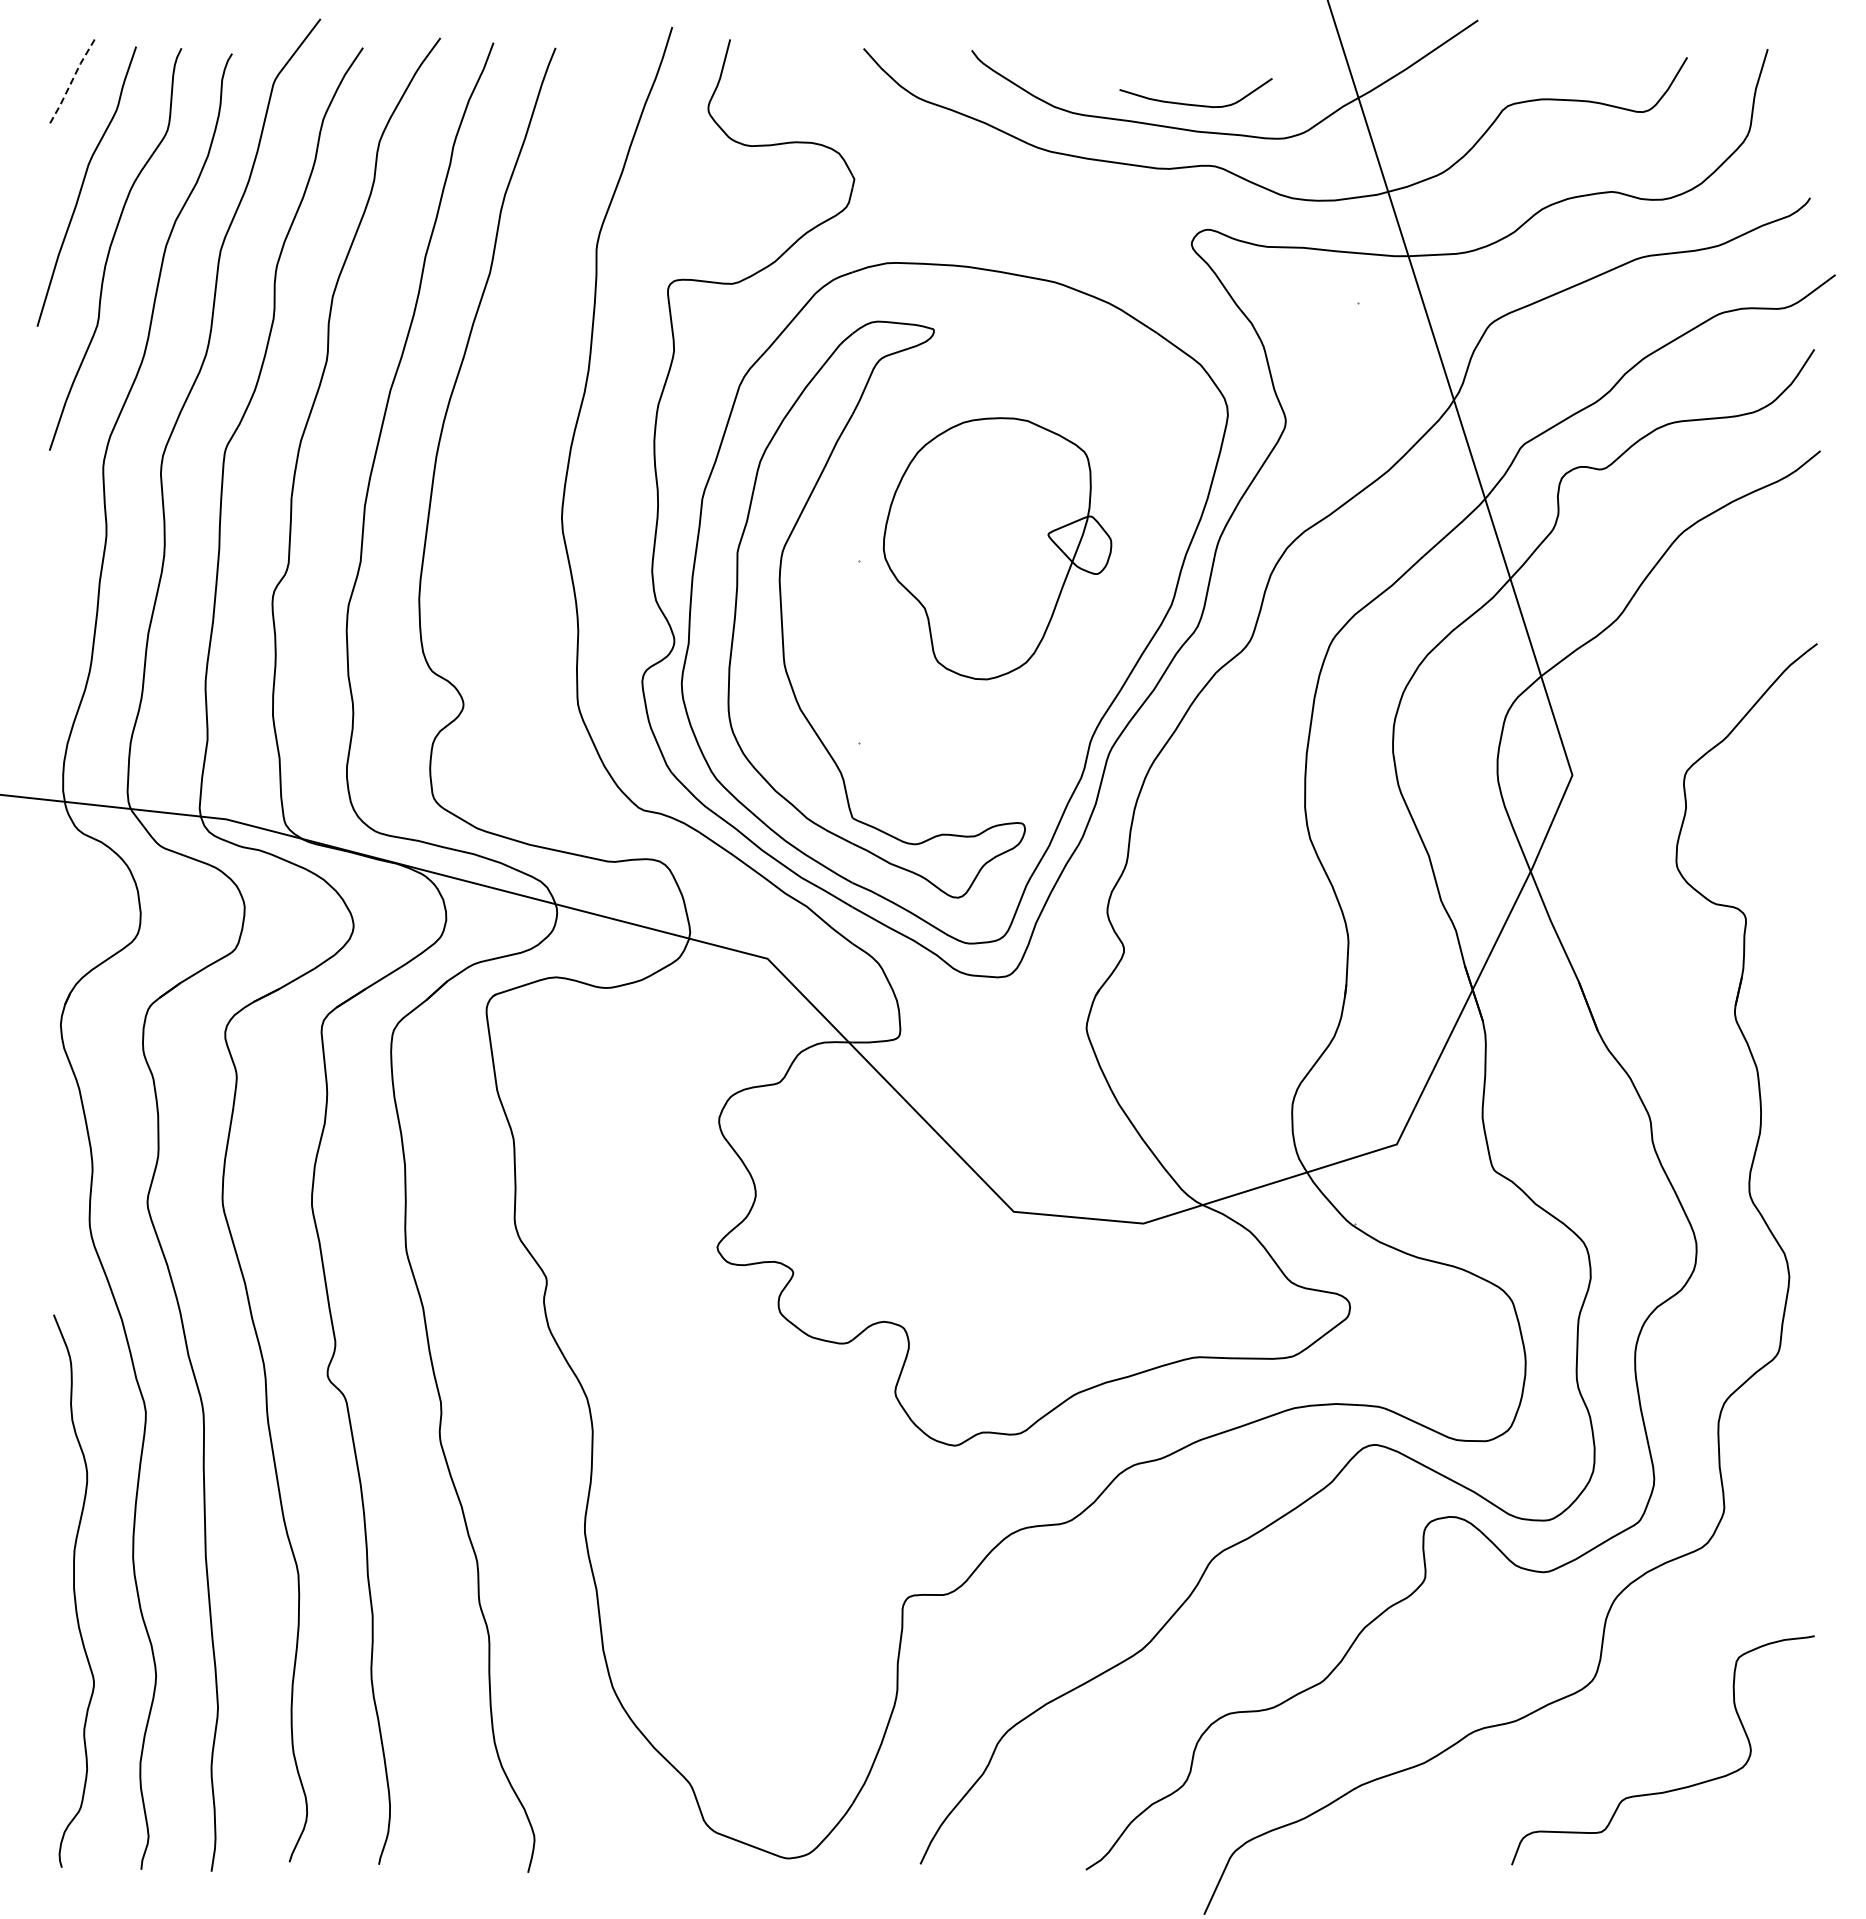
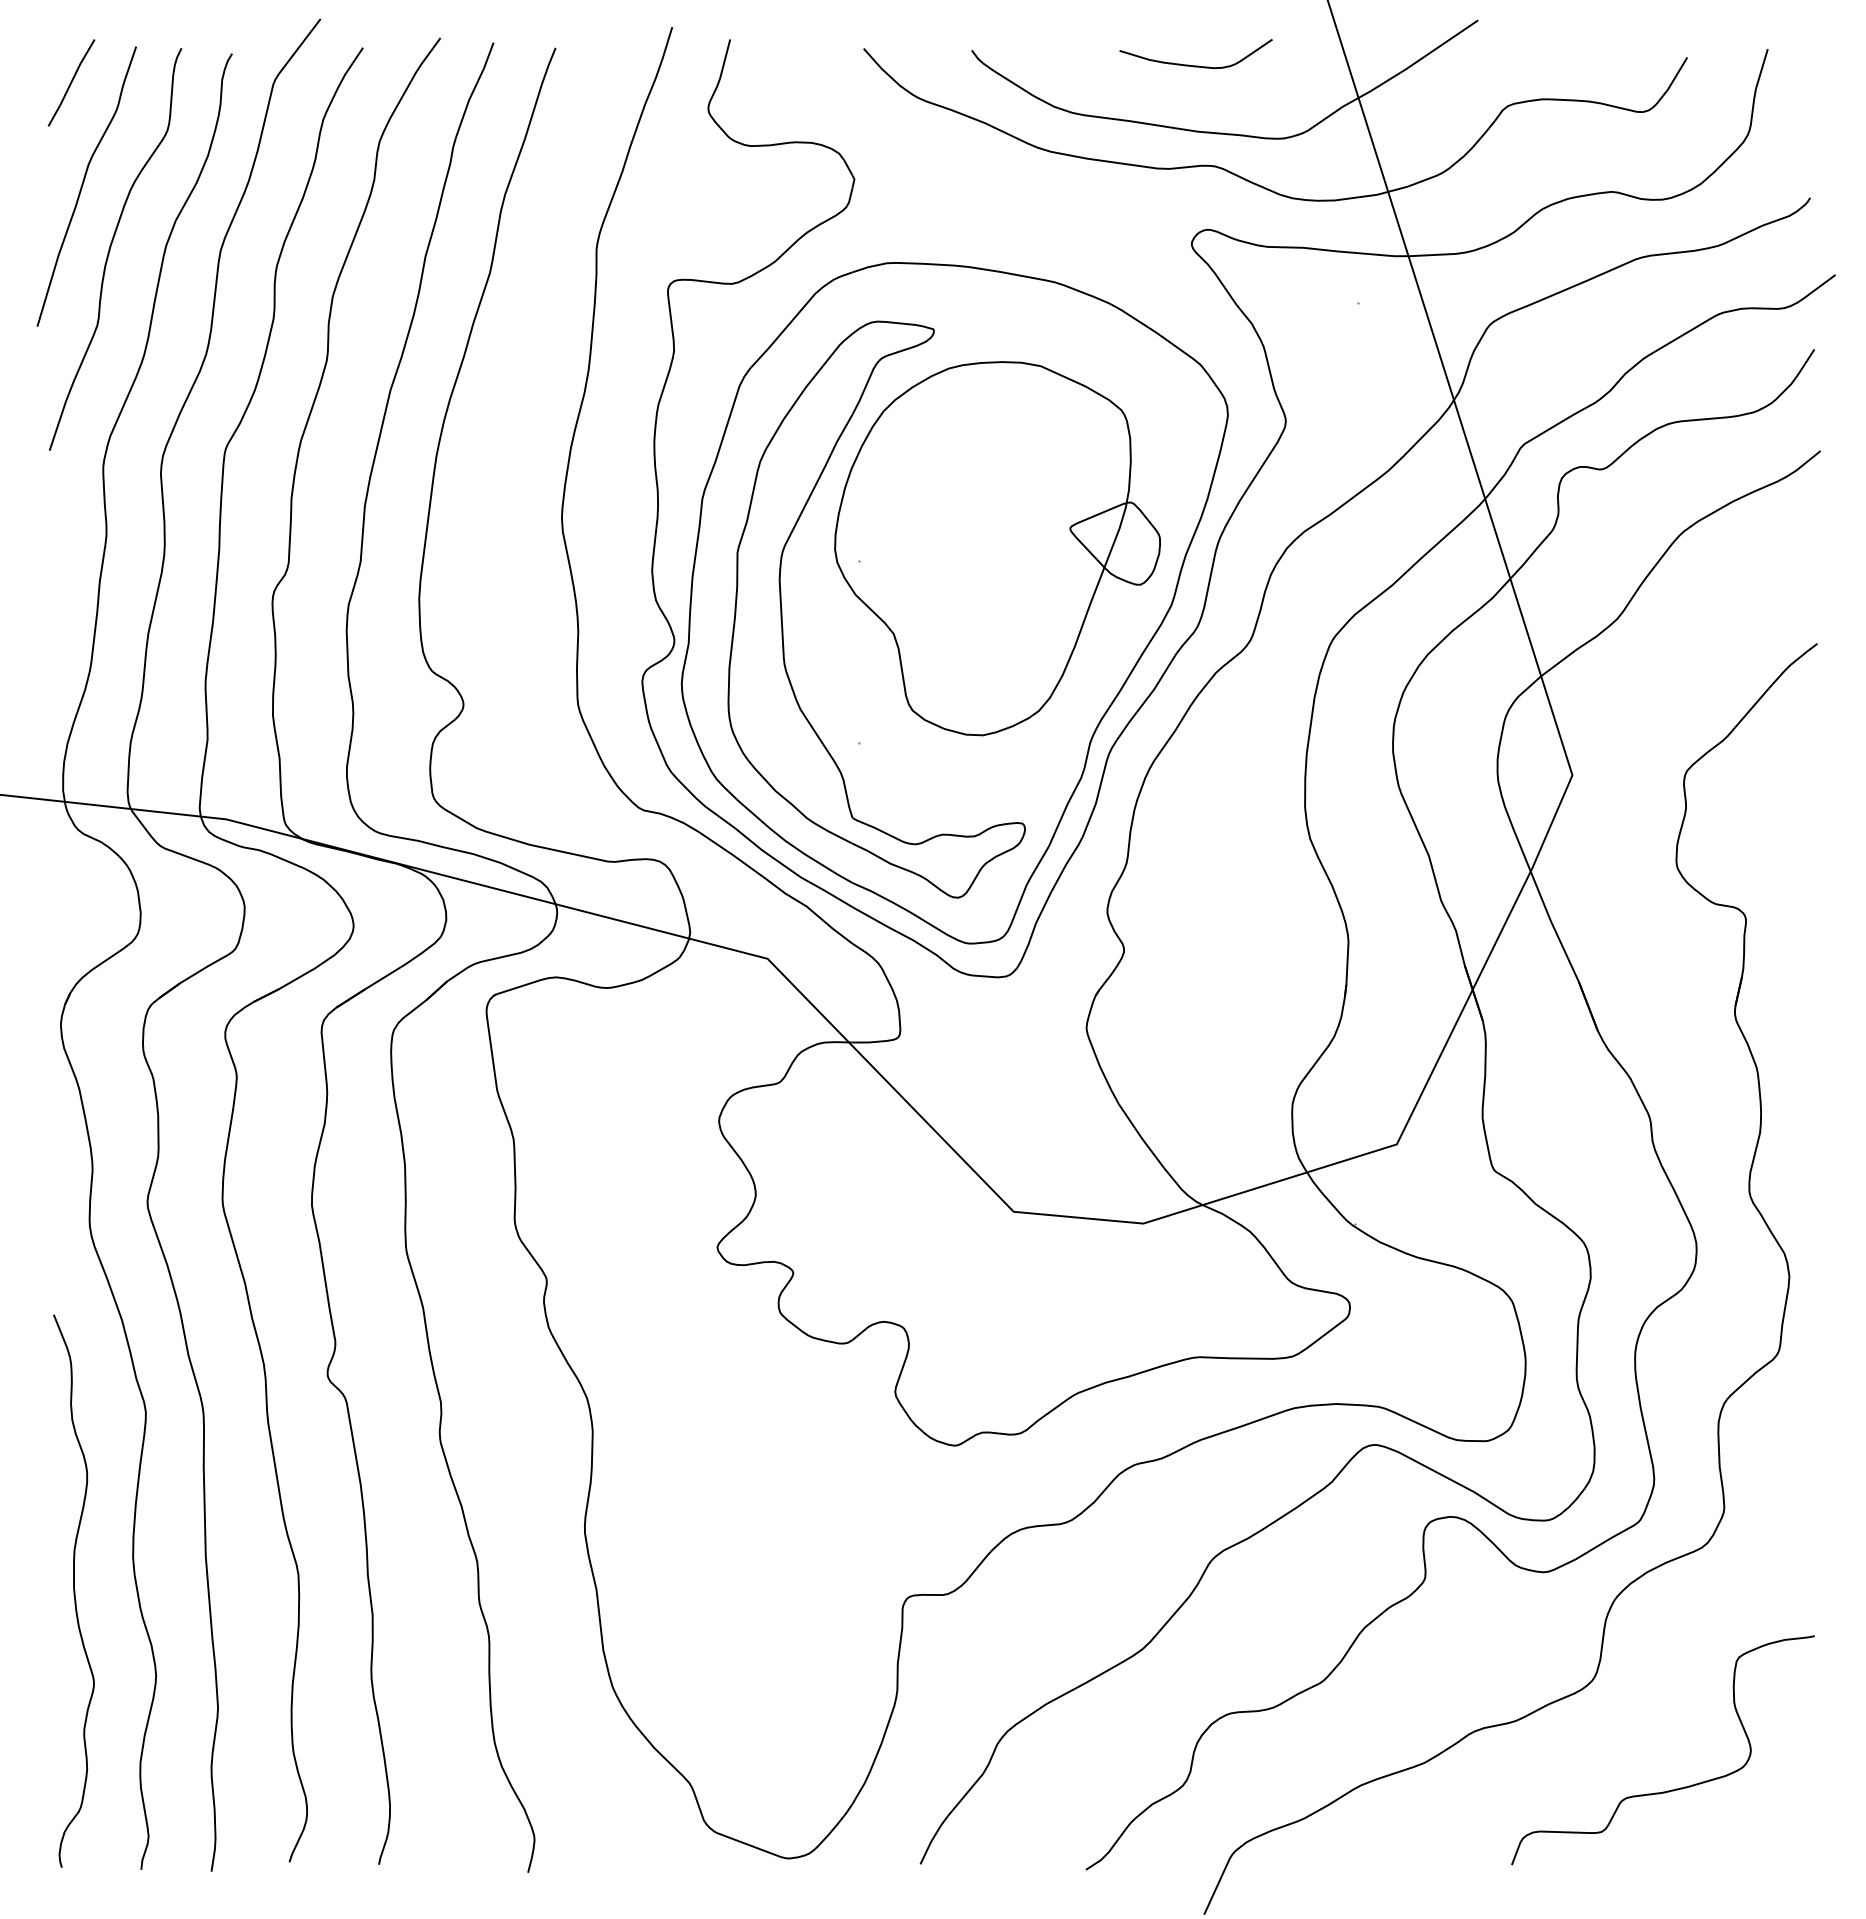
line at (71, 82): dashed -> solid
curve at (1195, 104) position: (1195, 104) -> (1195, 65)
part at (997, 548) size: 231x264 px -> 327x376 px
